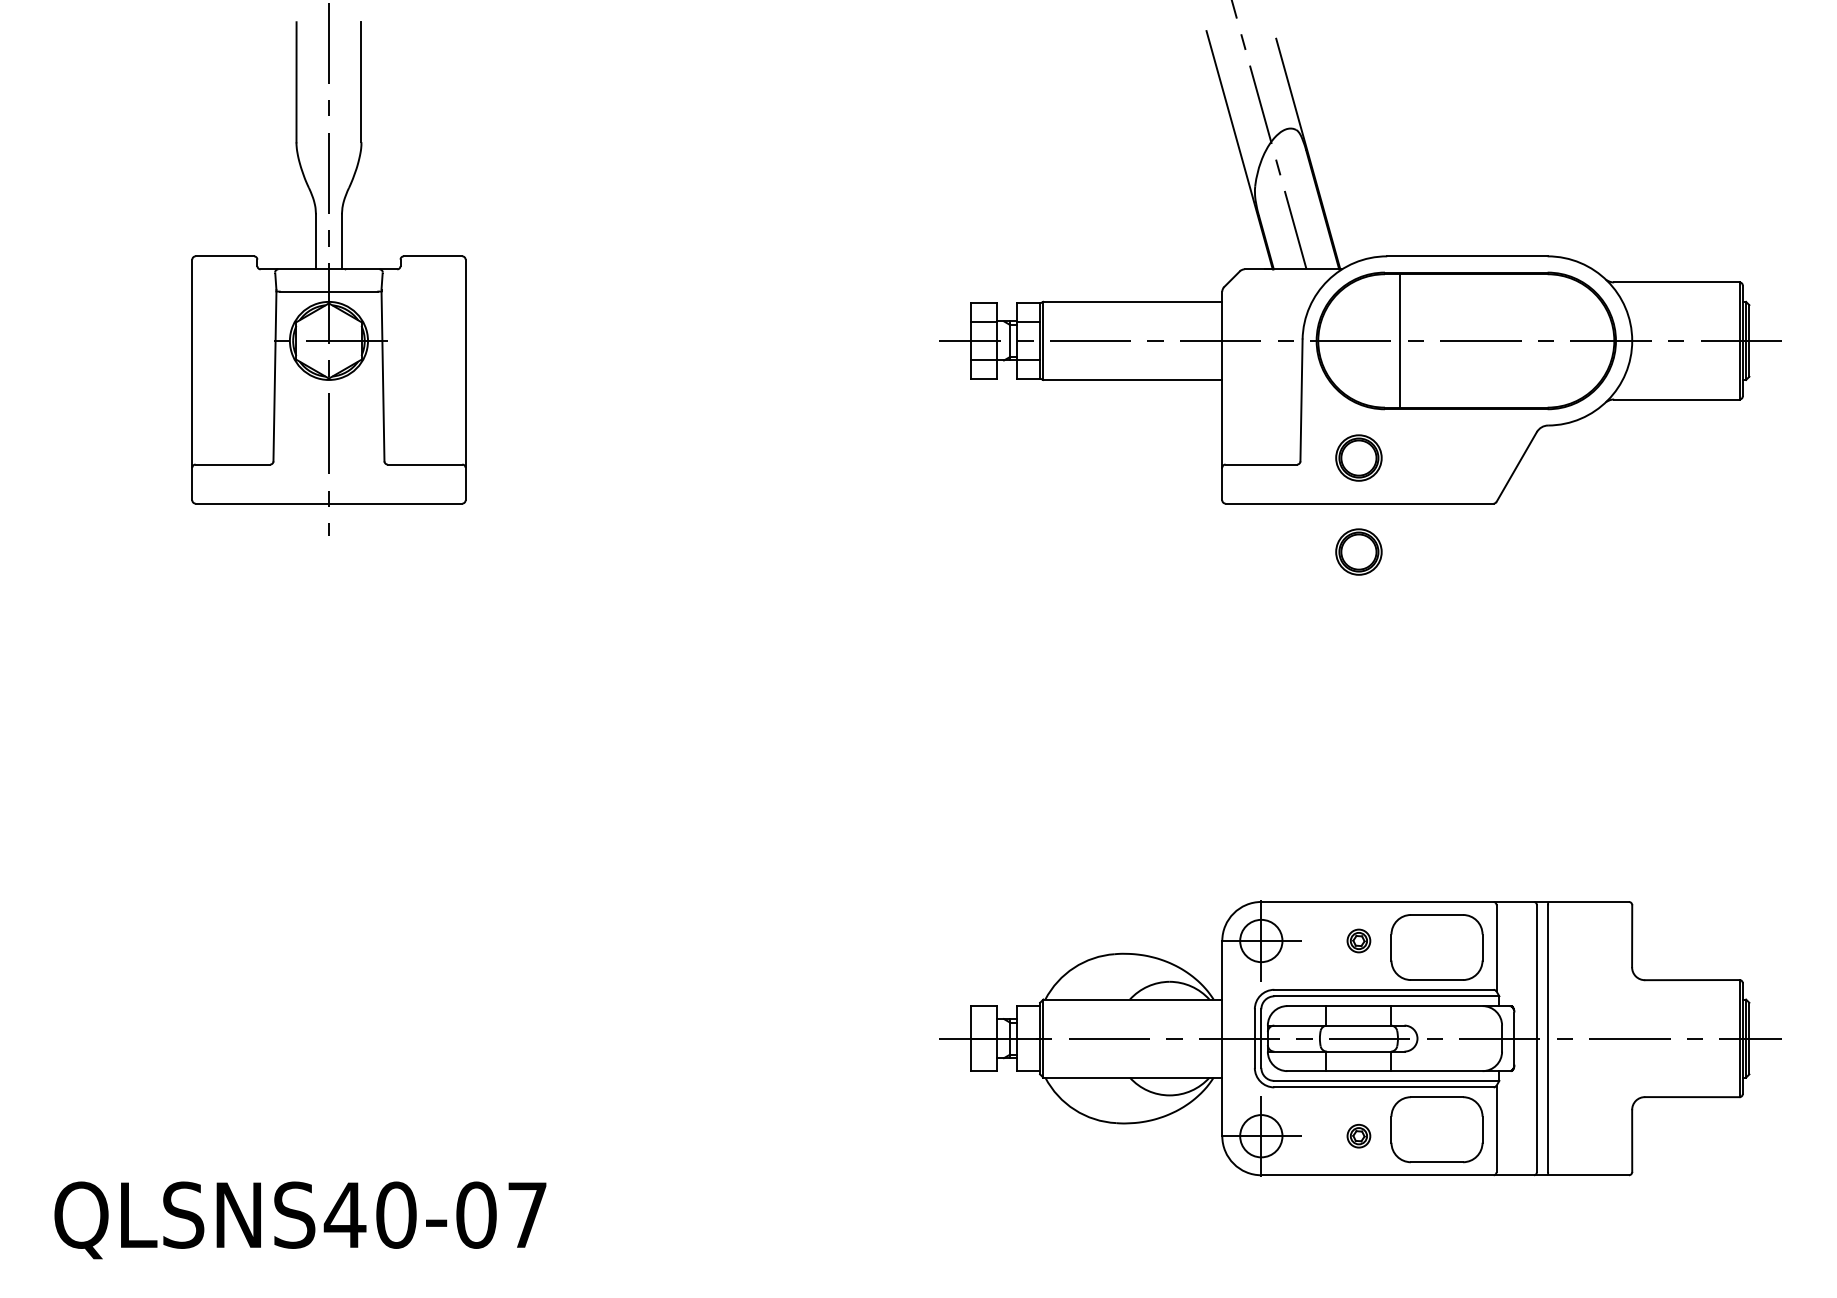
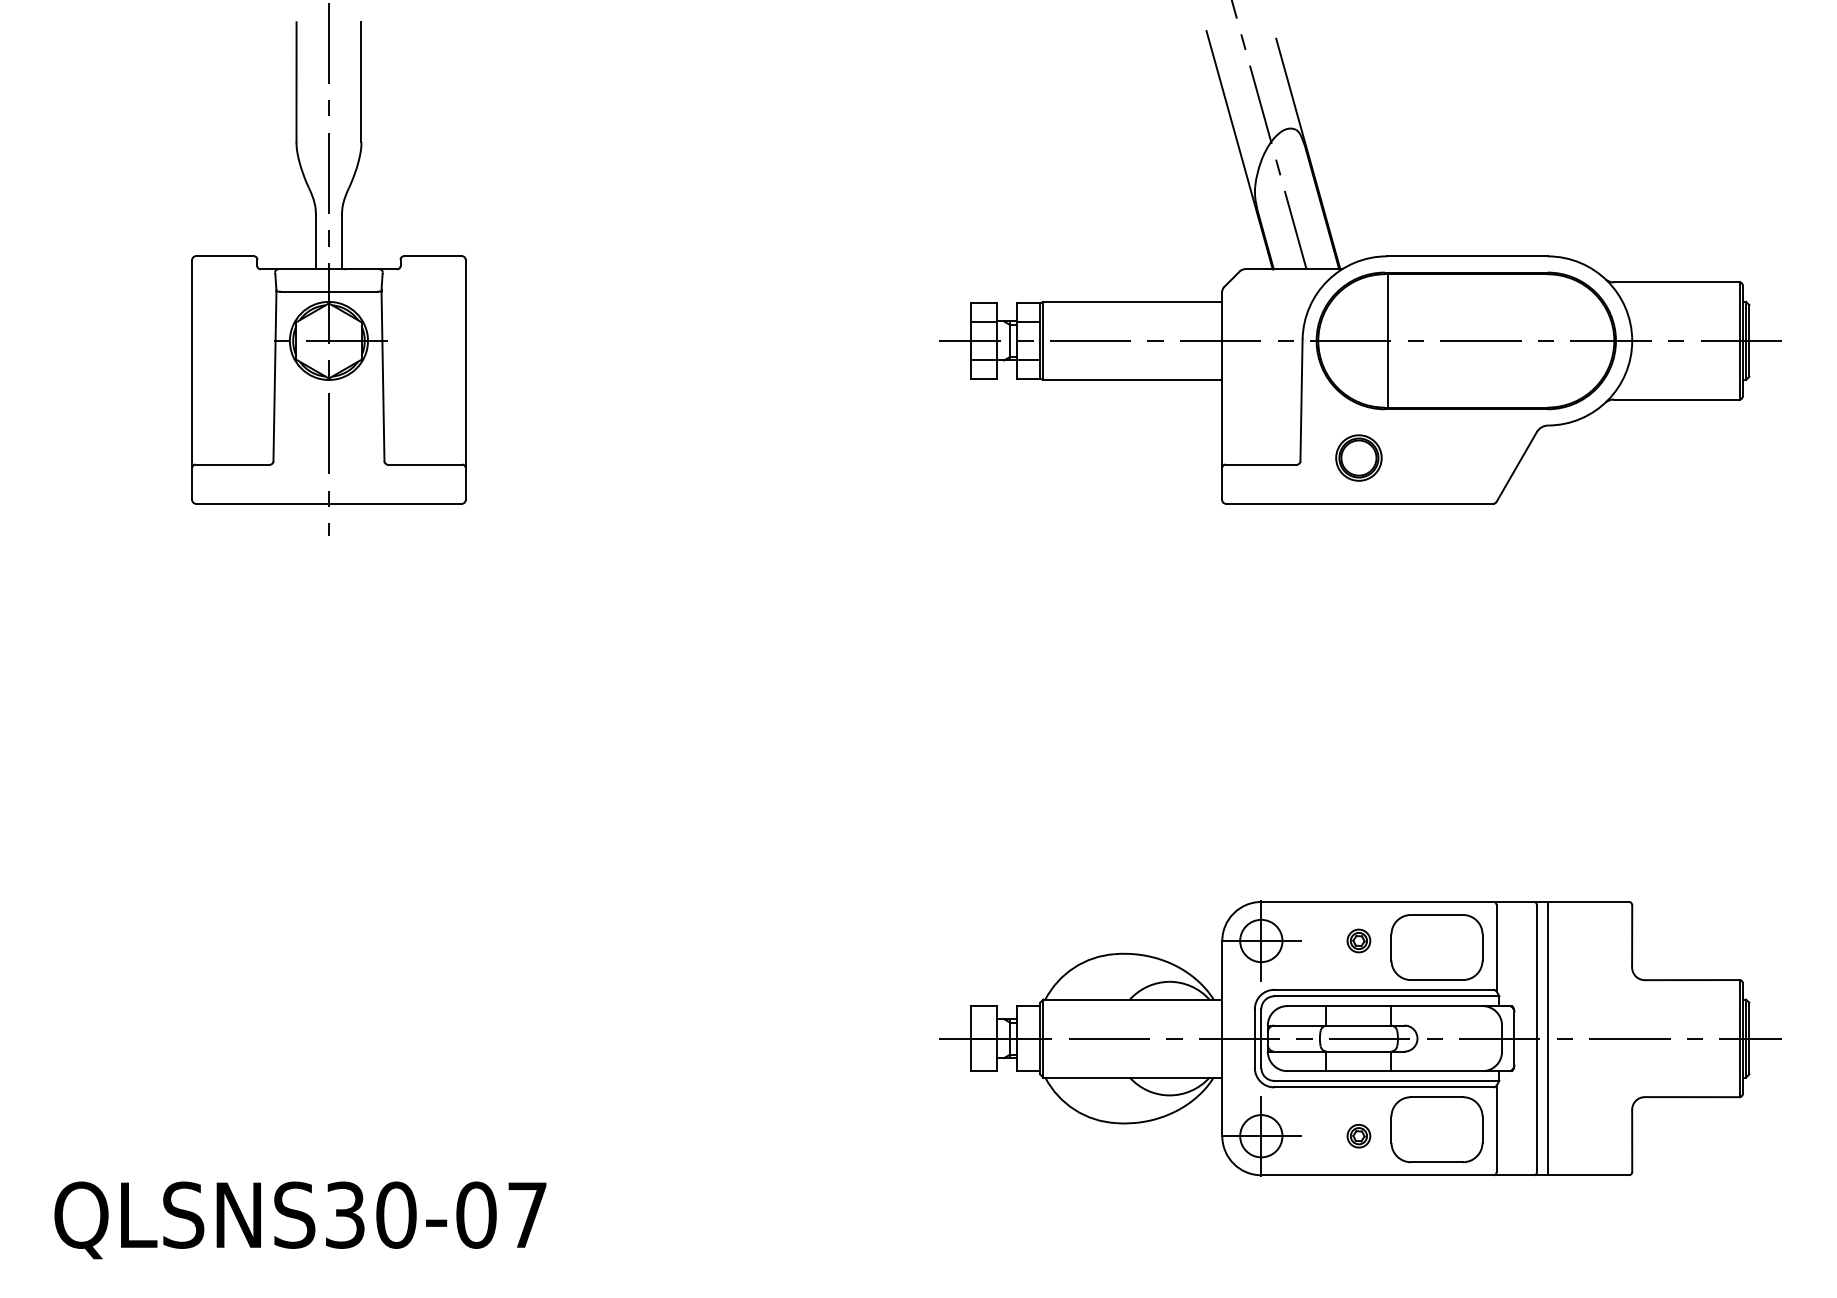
line at (1400, 340) position: (1400, 340) -> (1388, 340)
part at (1358, 551): present -> none
text at (344, 1214): QLSNS40-07 -> QLSNS30-07
